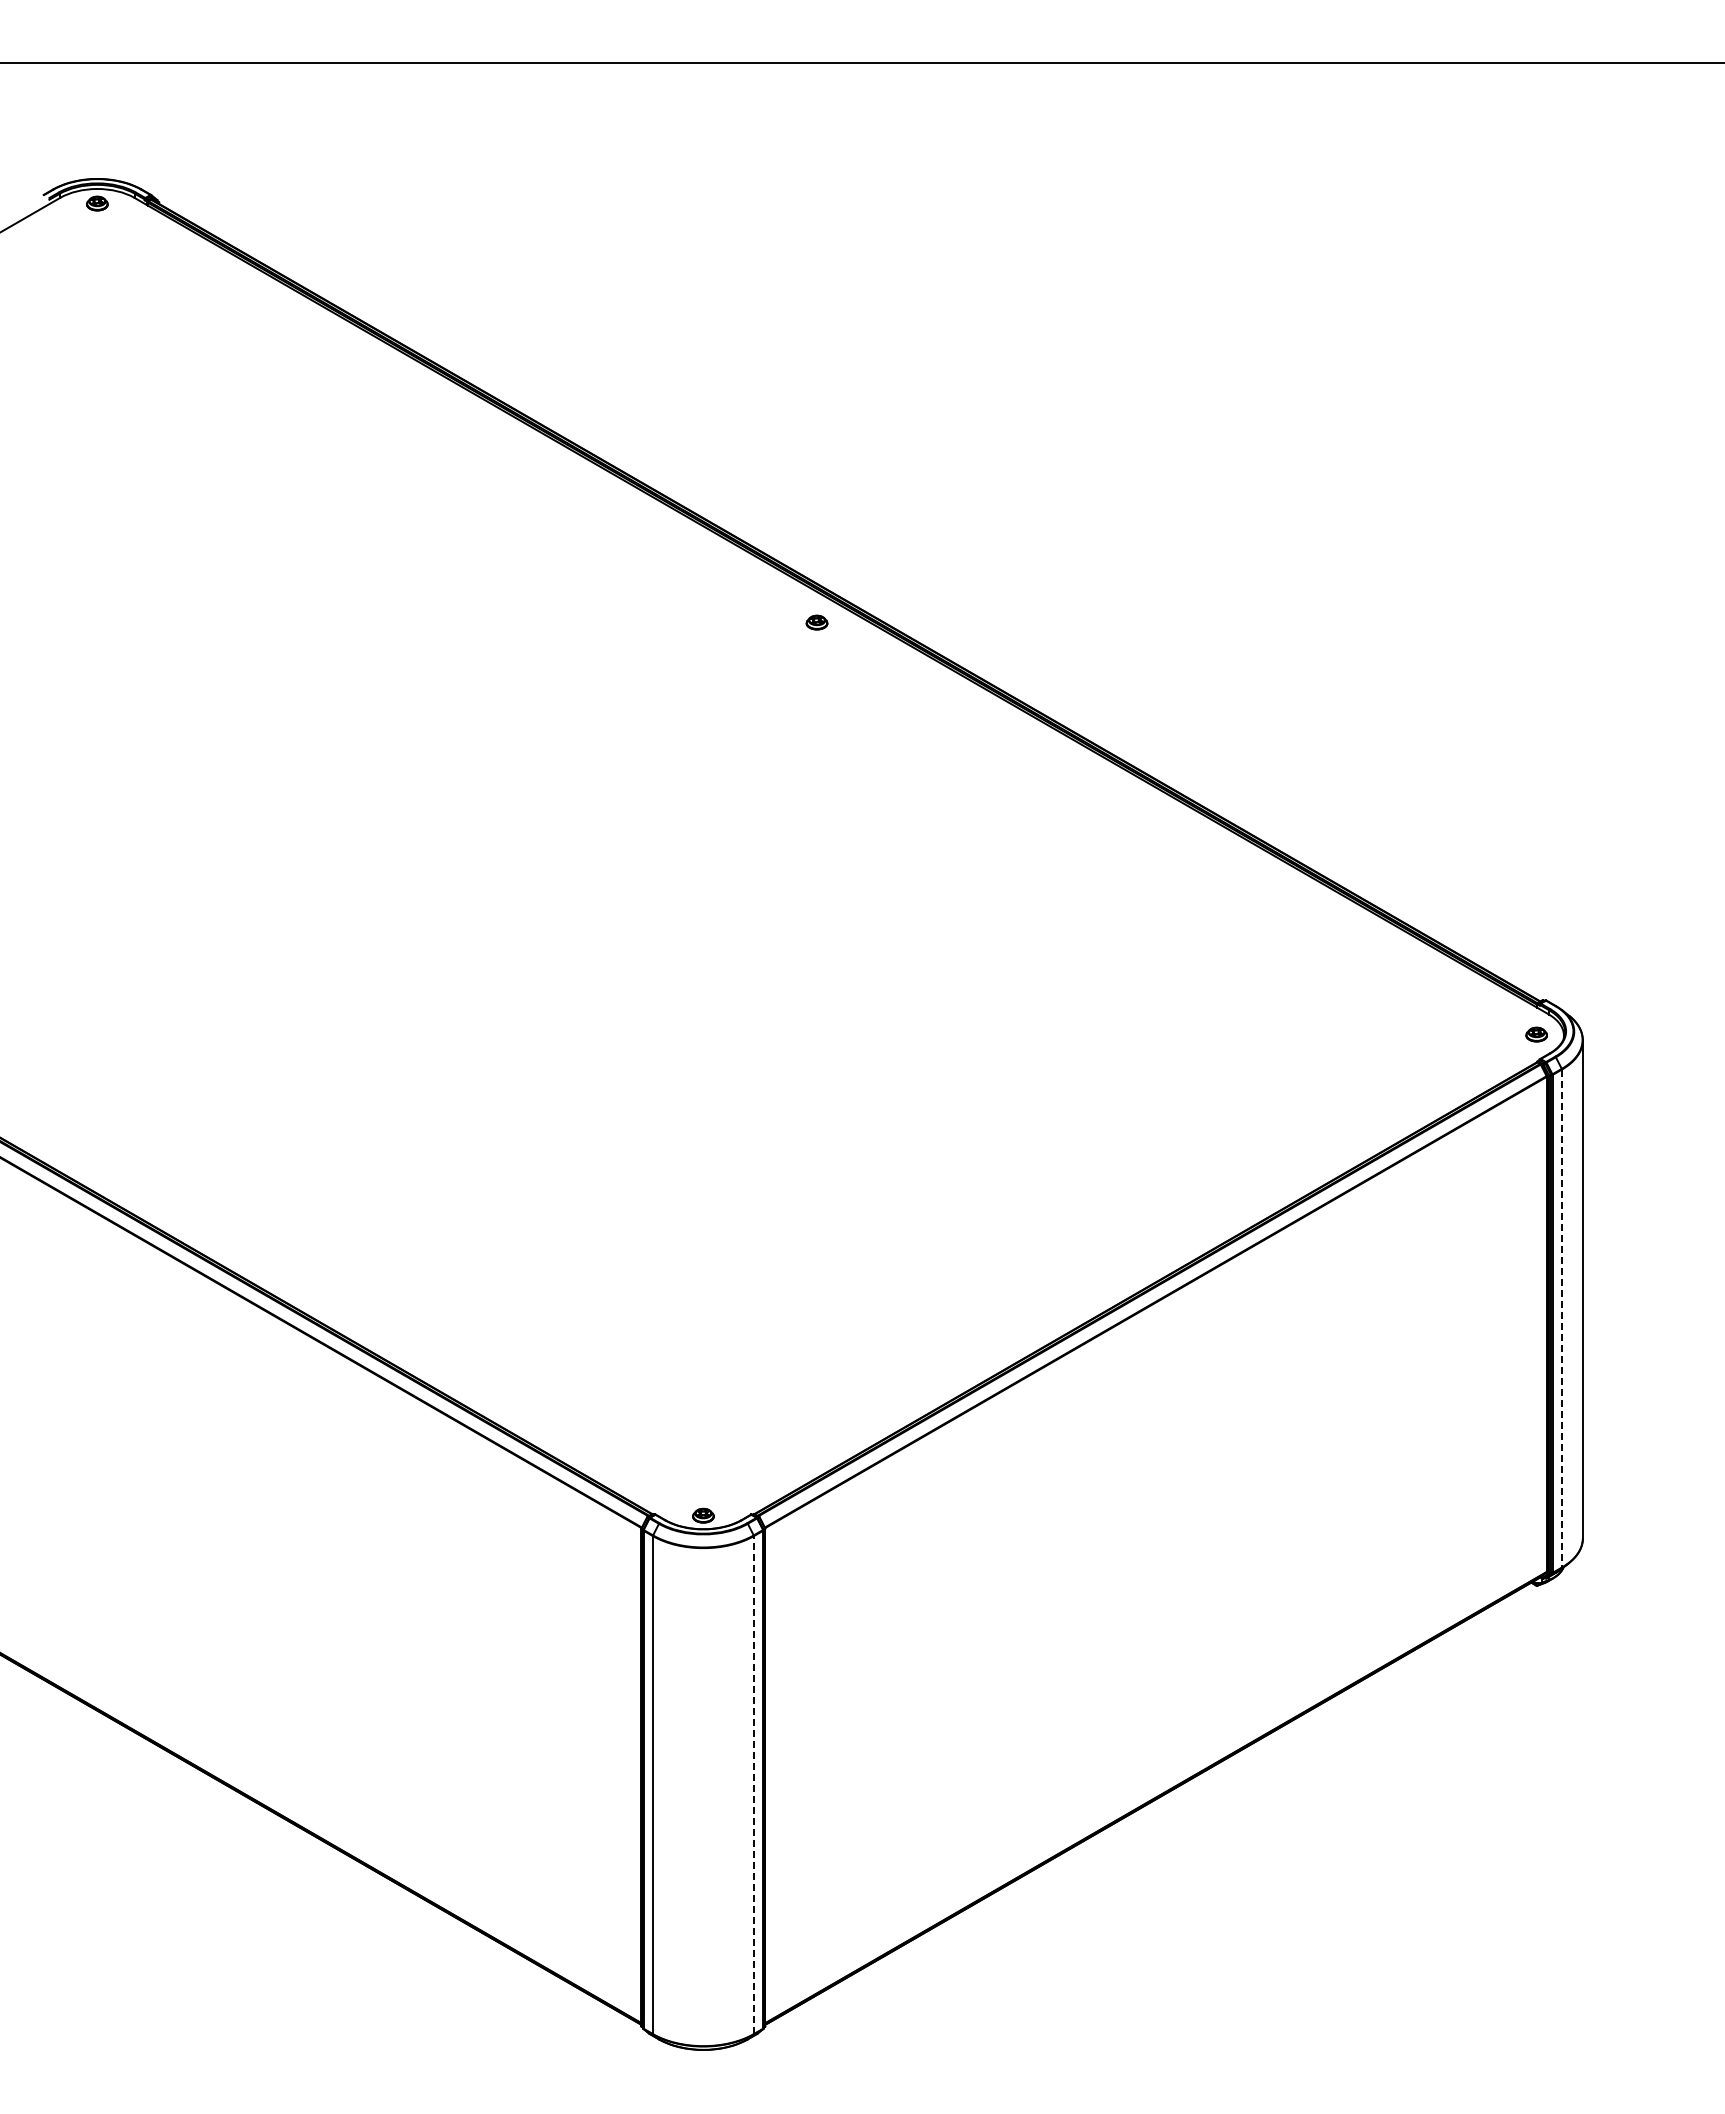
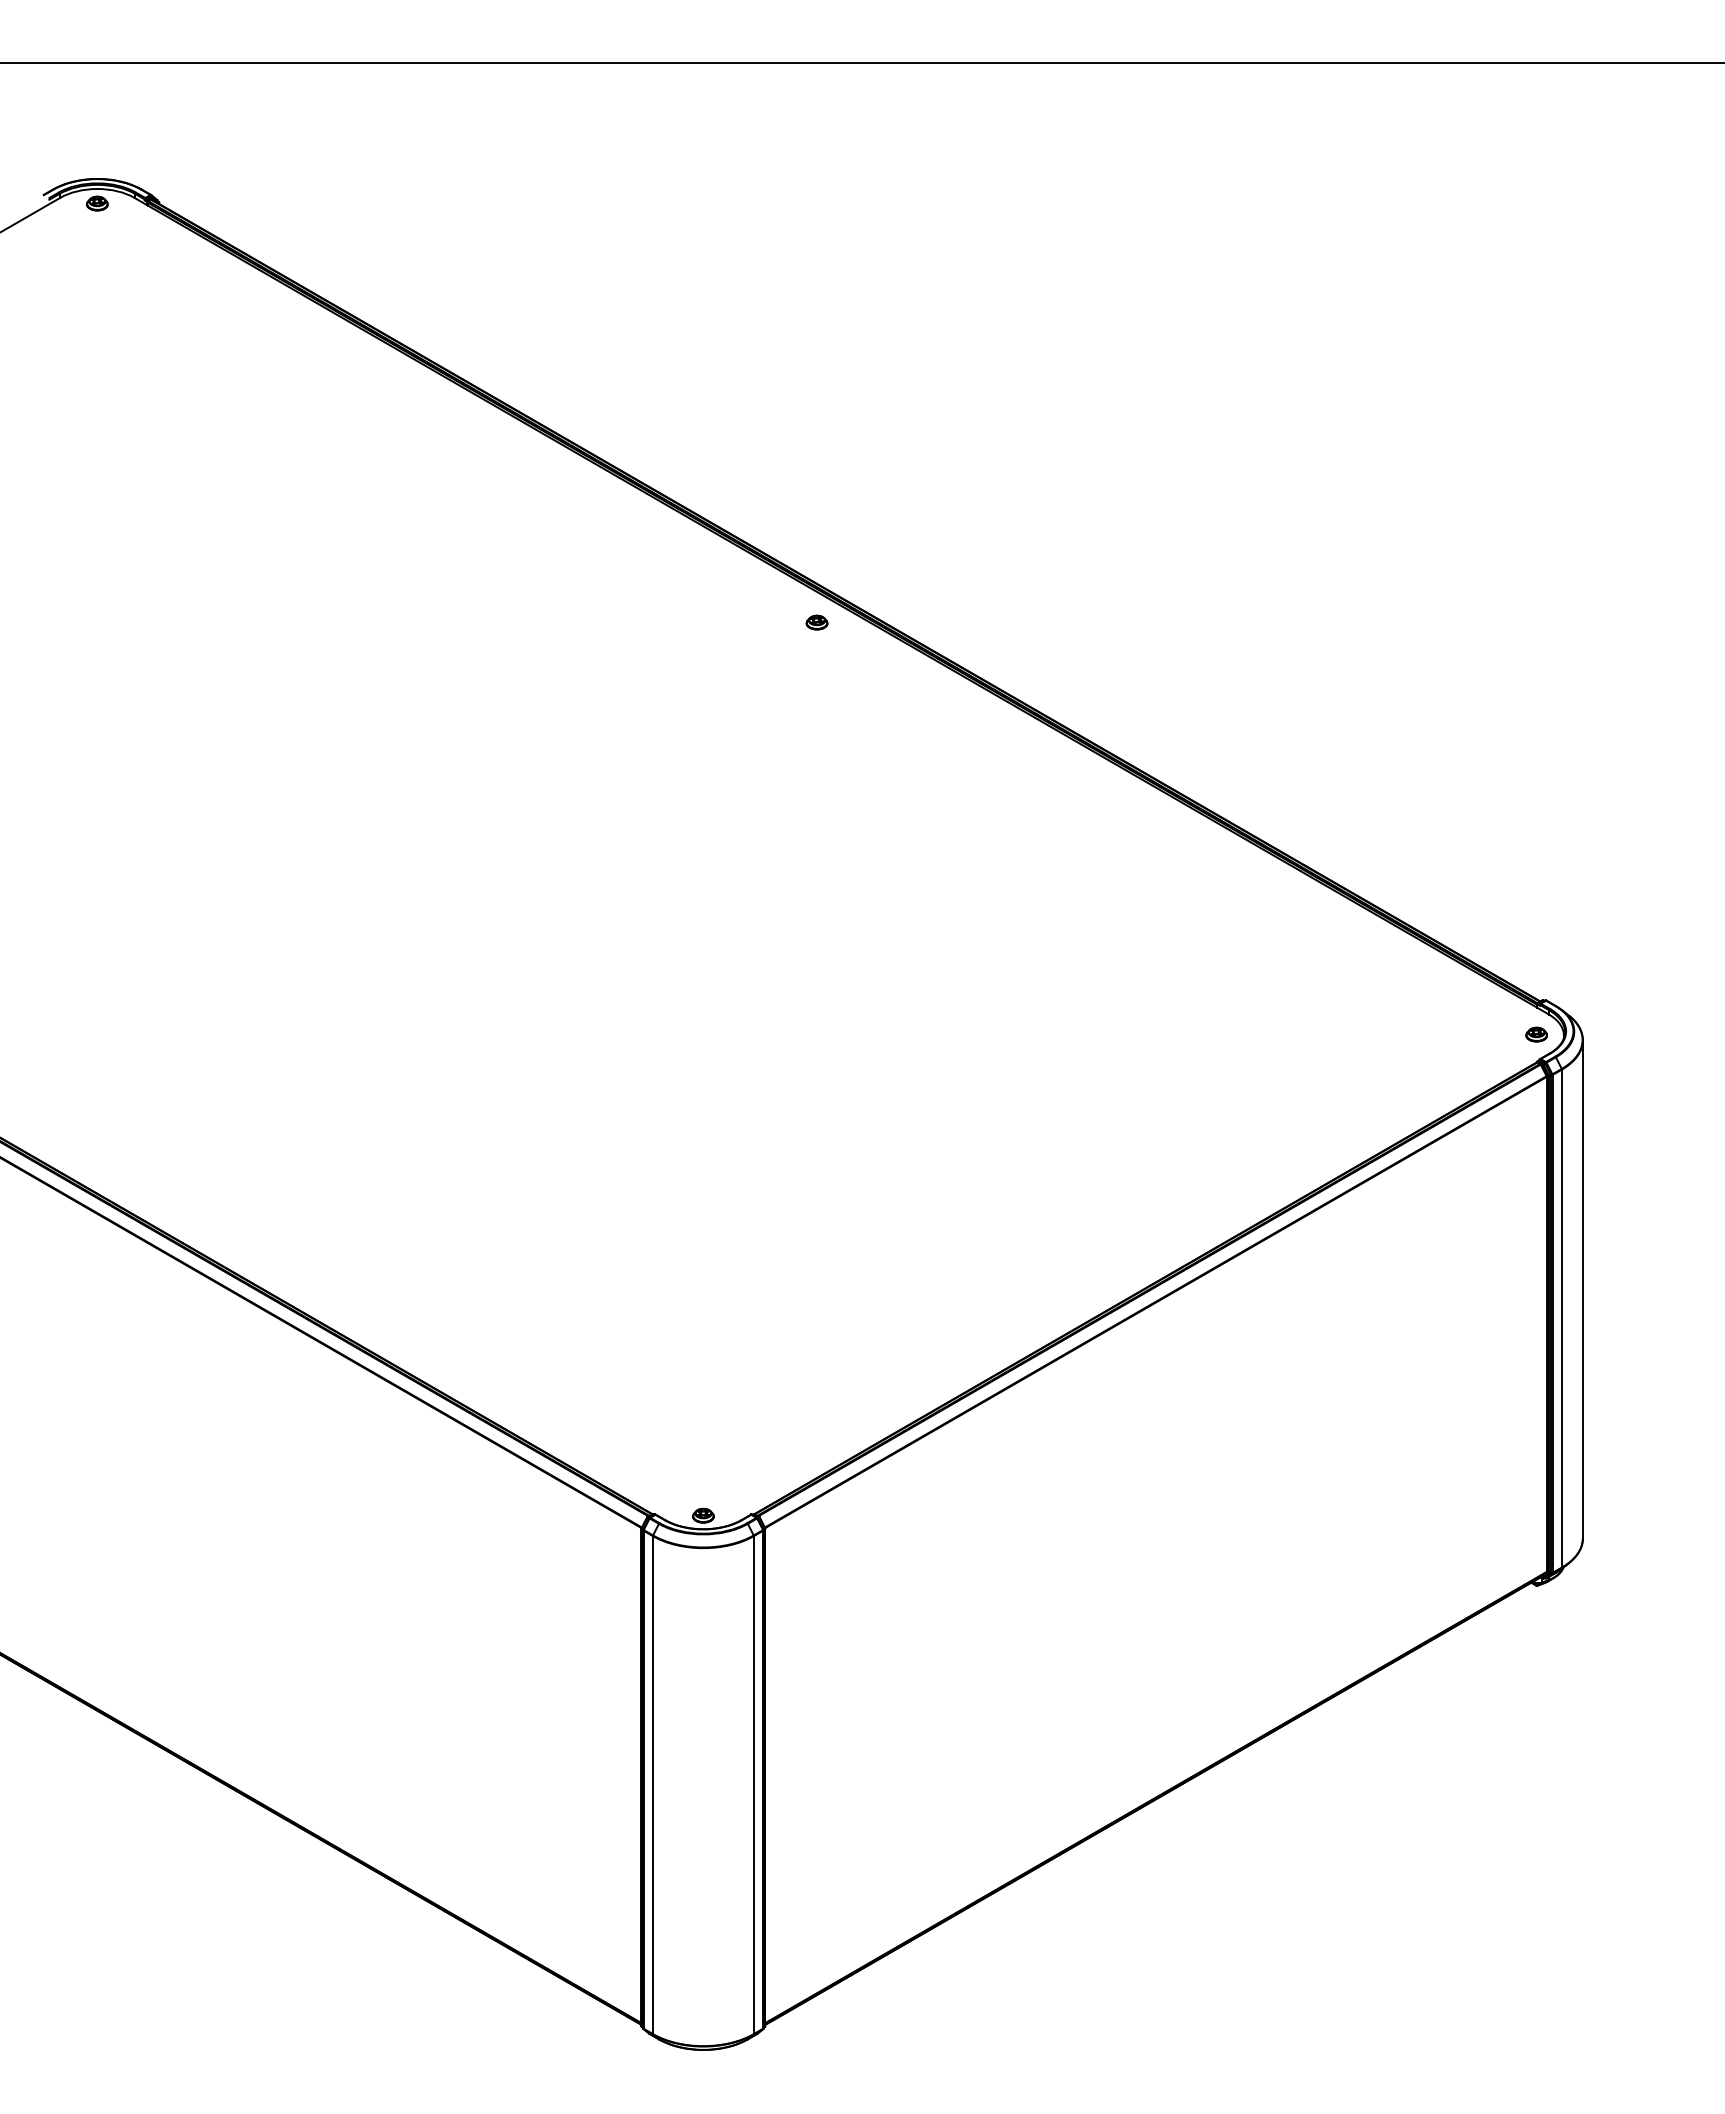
line at (1561, 1318): dashed -> solid
line at (753, 1785): dashed -> solid
